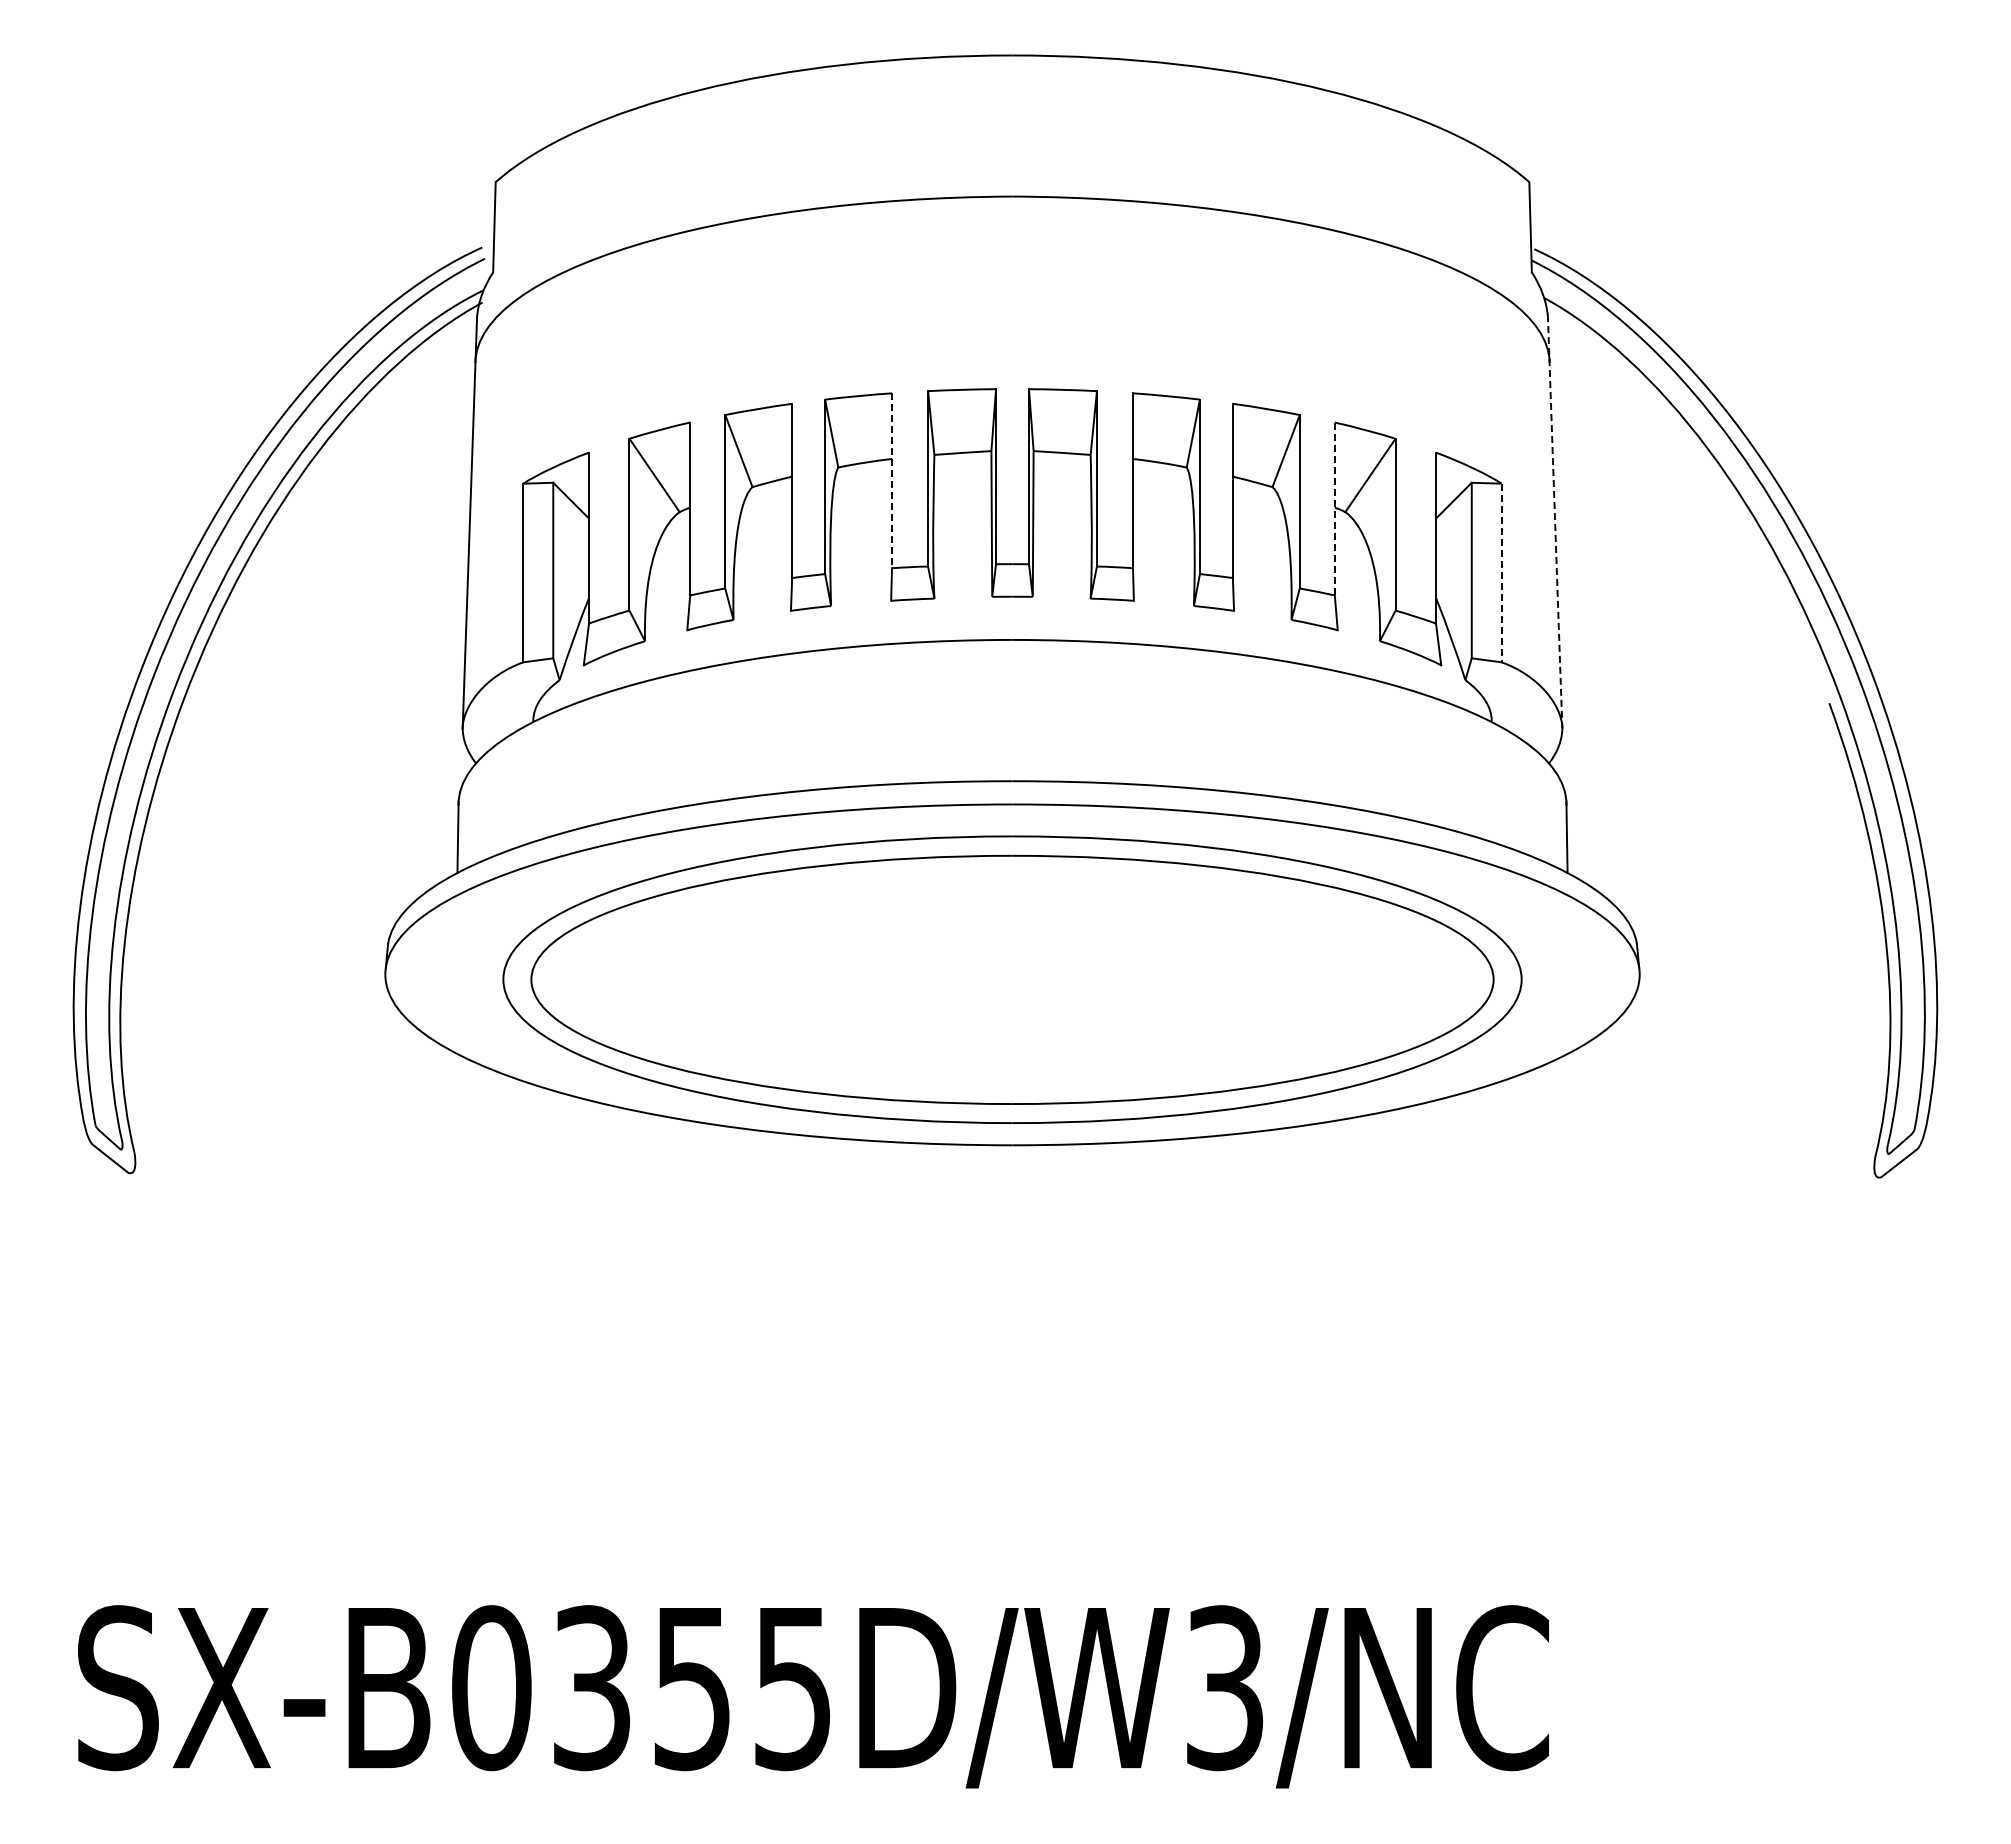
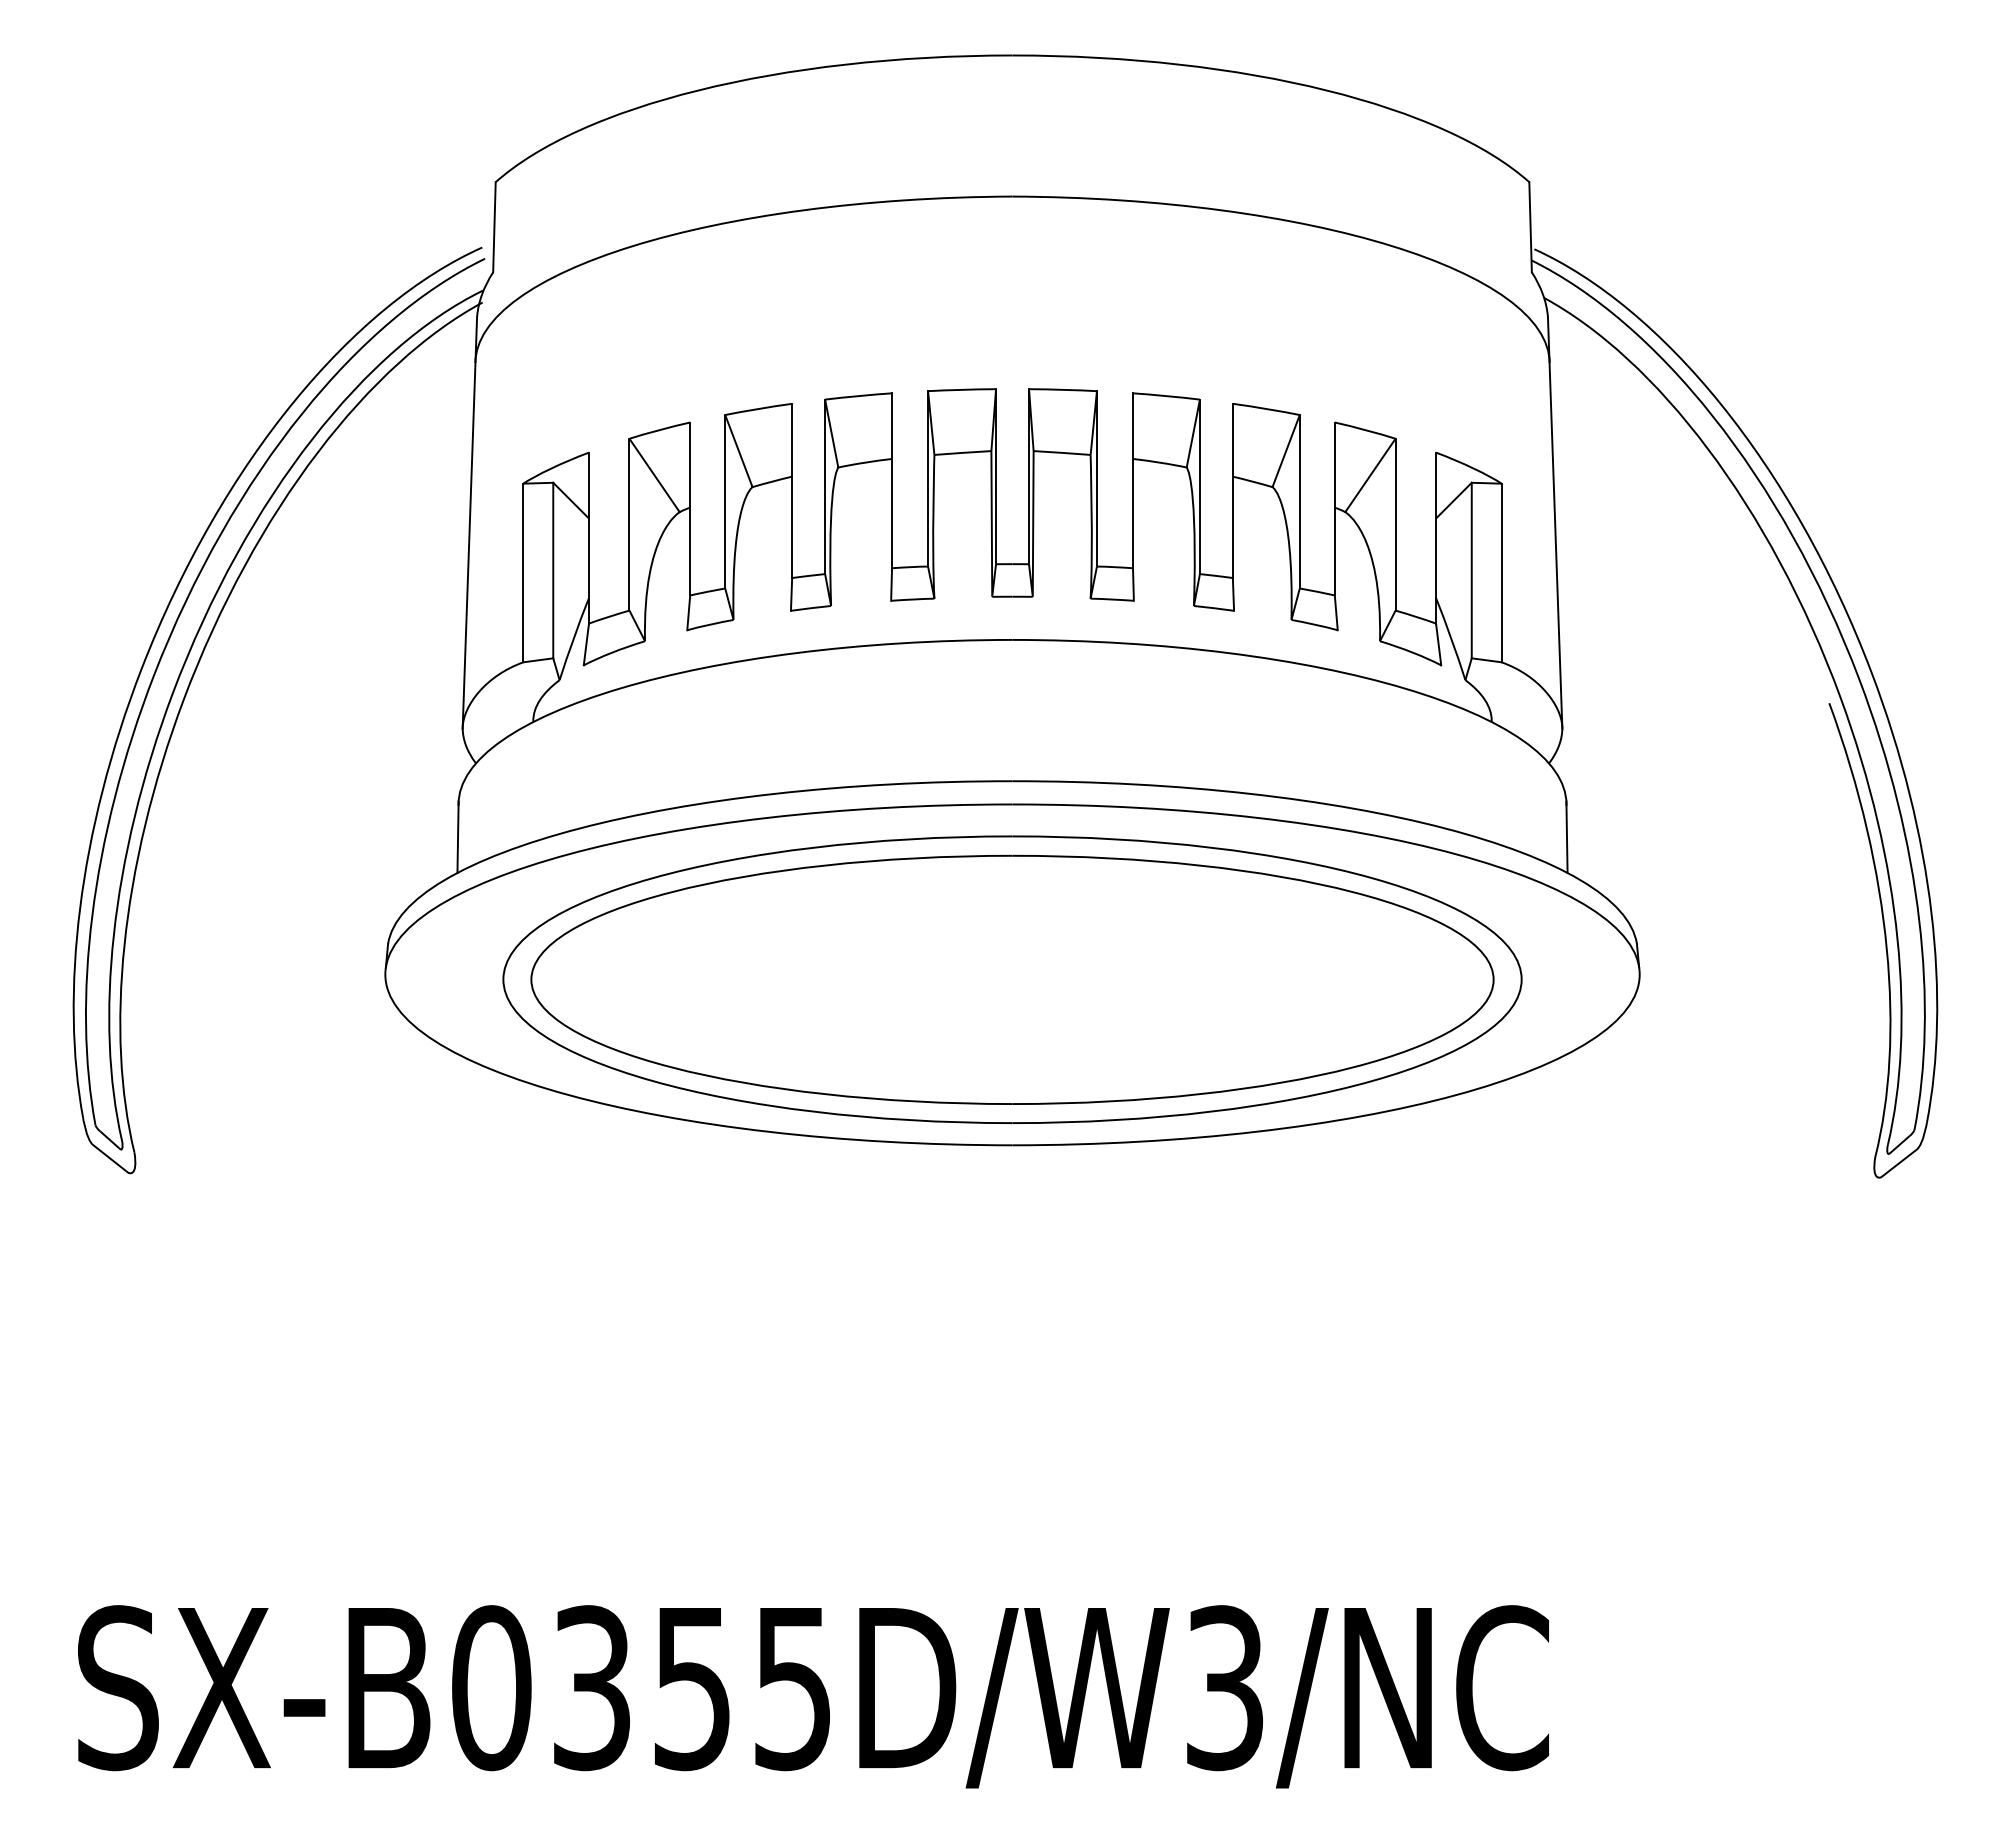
line at (892, 481): dashed -> solid
line at (1334, 509): dashed -> solid
line at (1555, 523): dashed -> solid
line at (1501, 573): dashed -> solid
